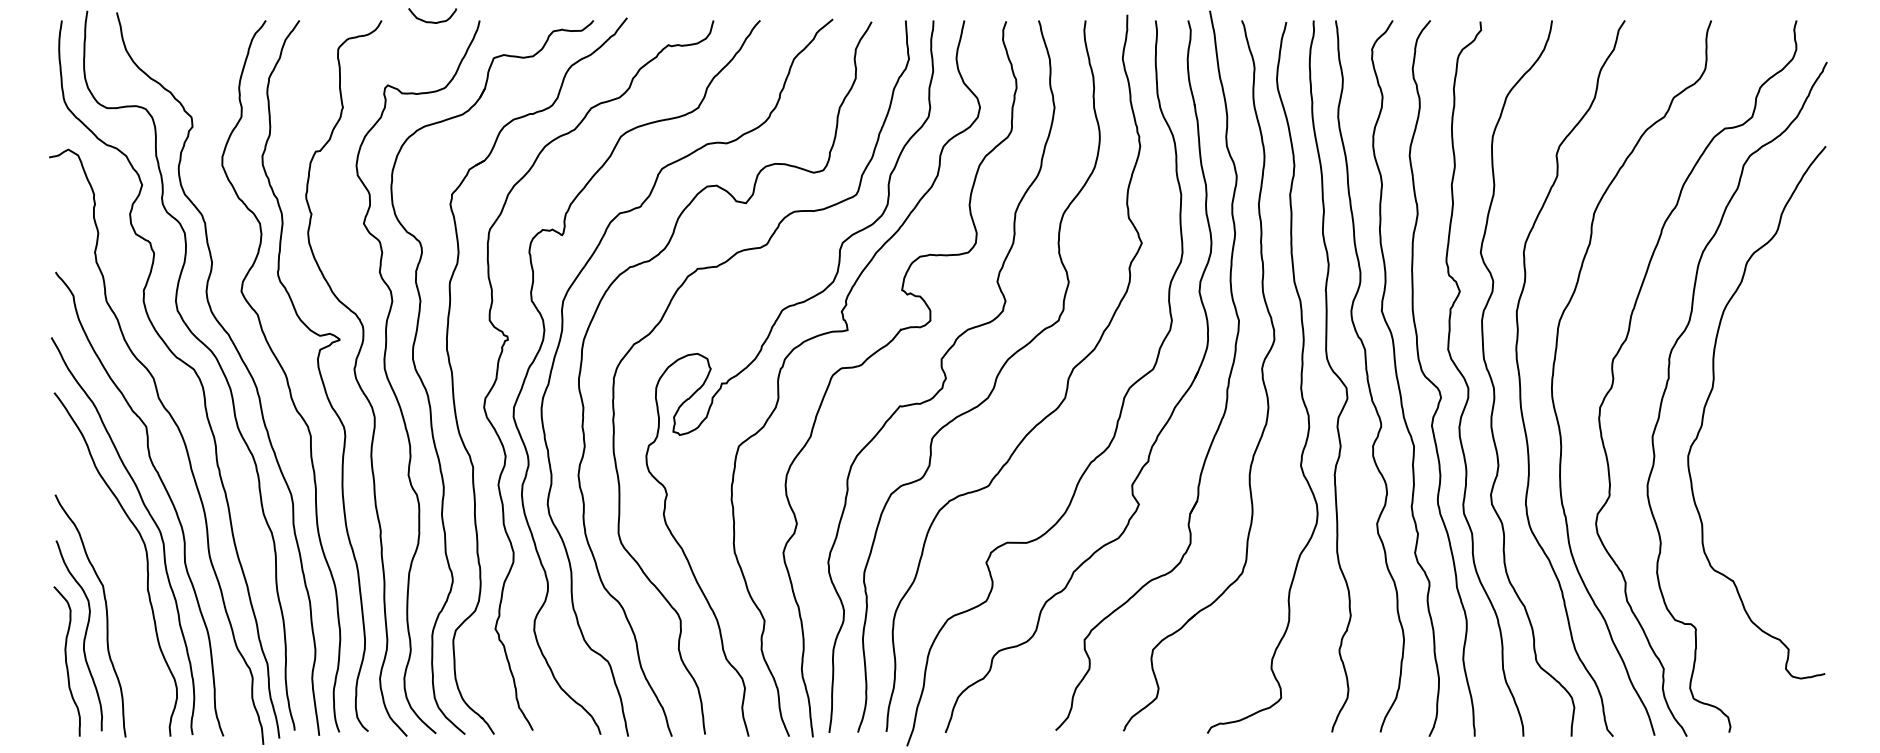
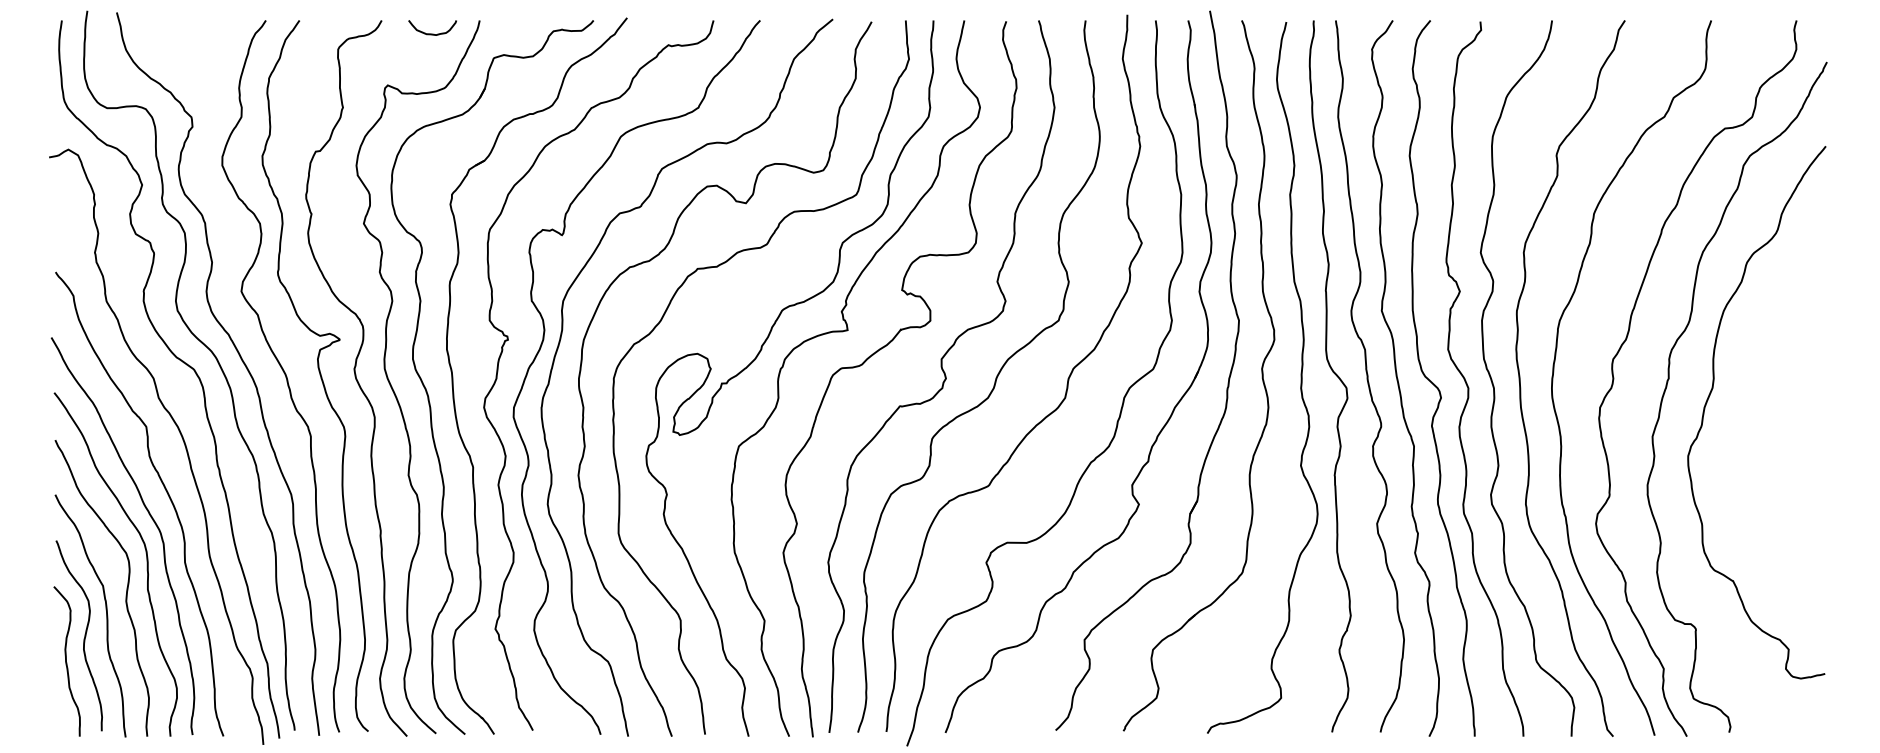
curve at (432, 21) position: (432, 21) -> (432, 33)
curve at (126, 588): none -> present
